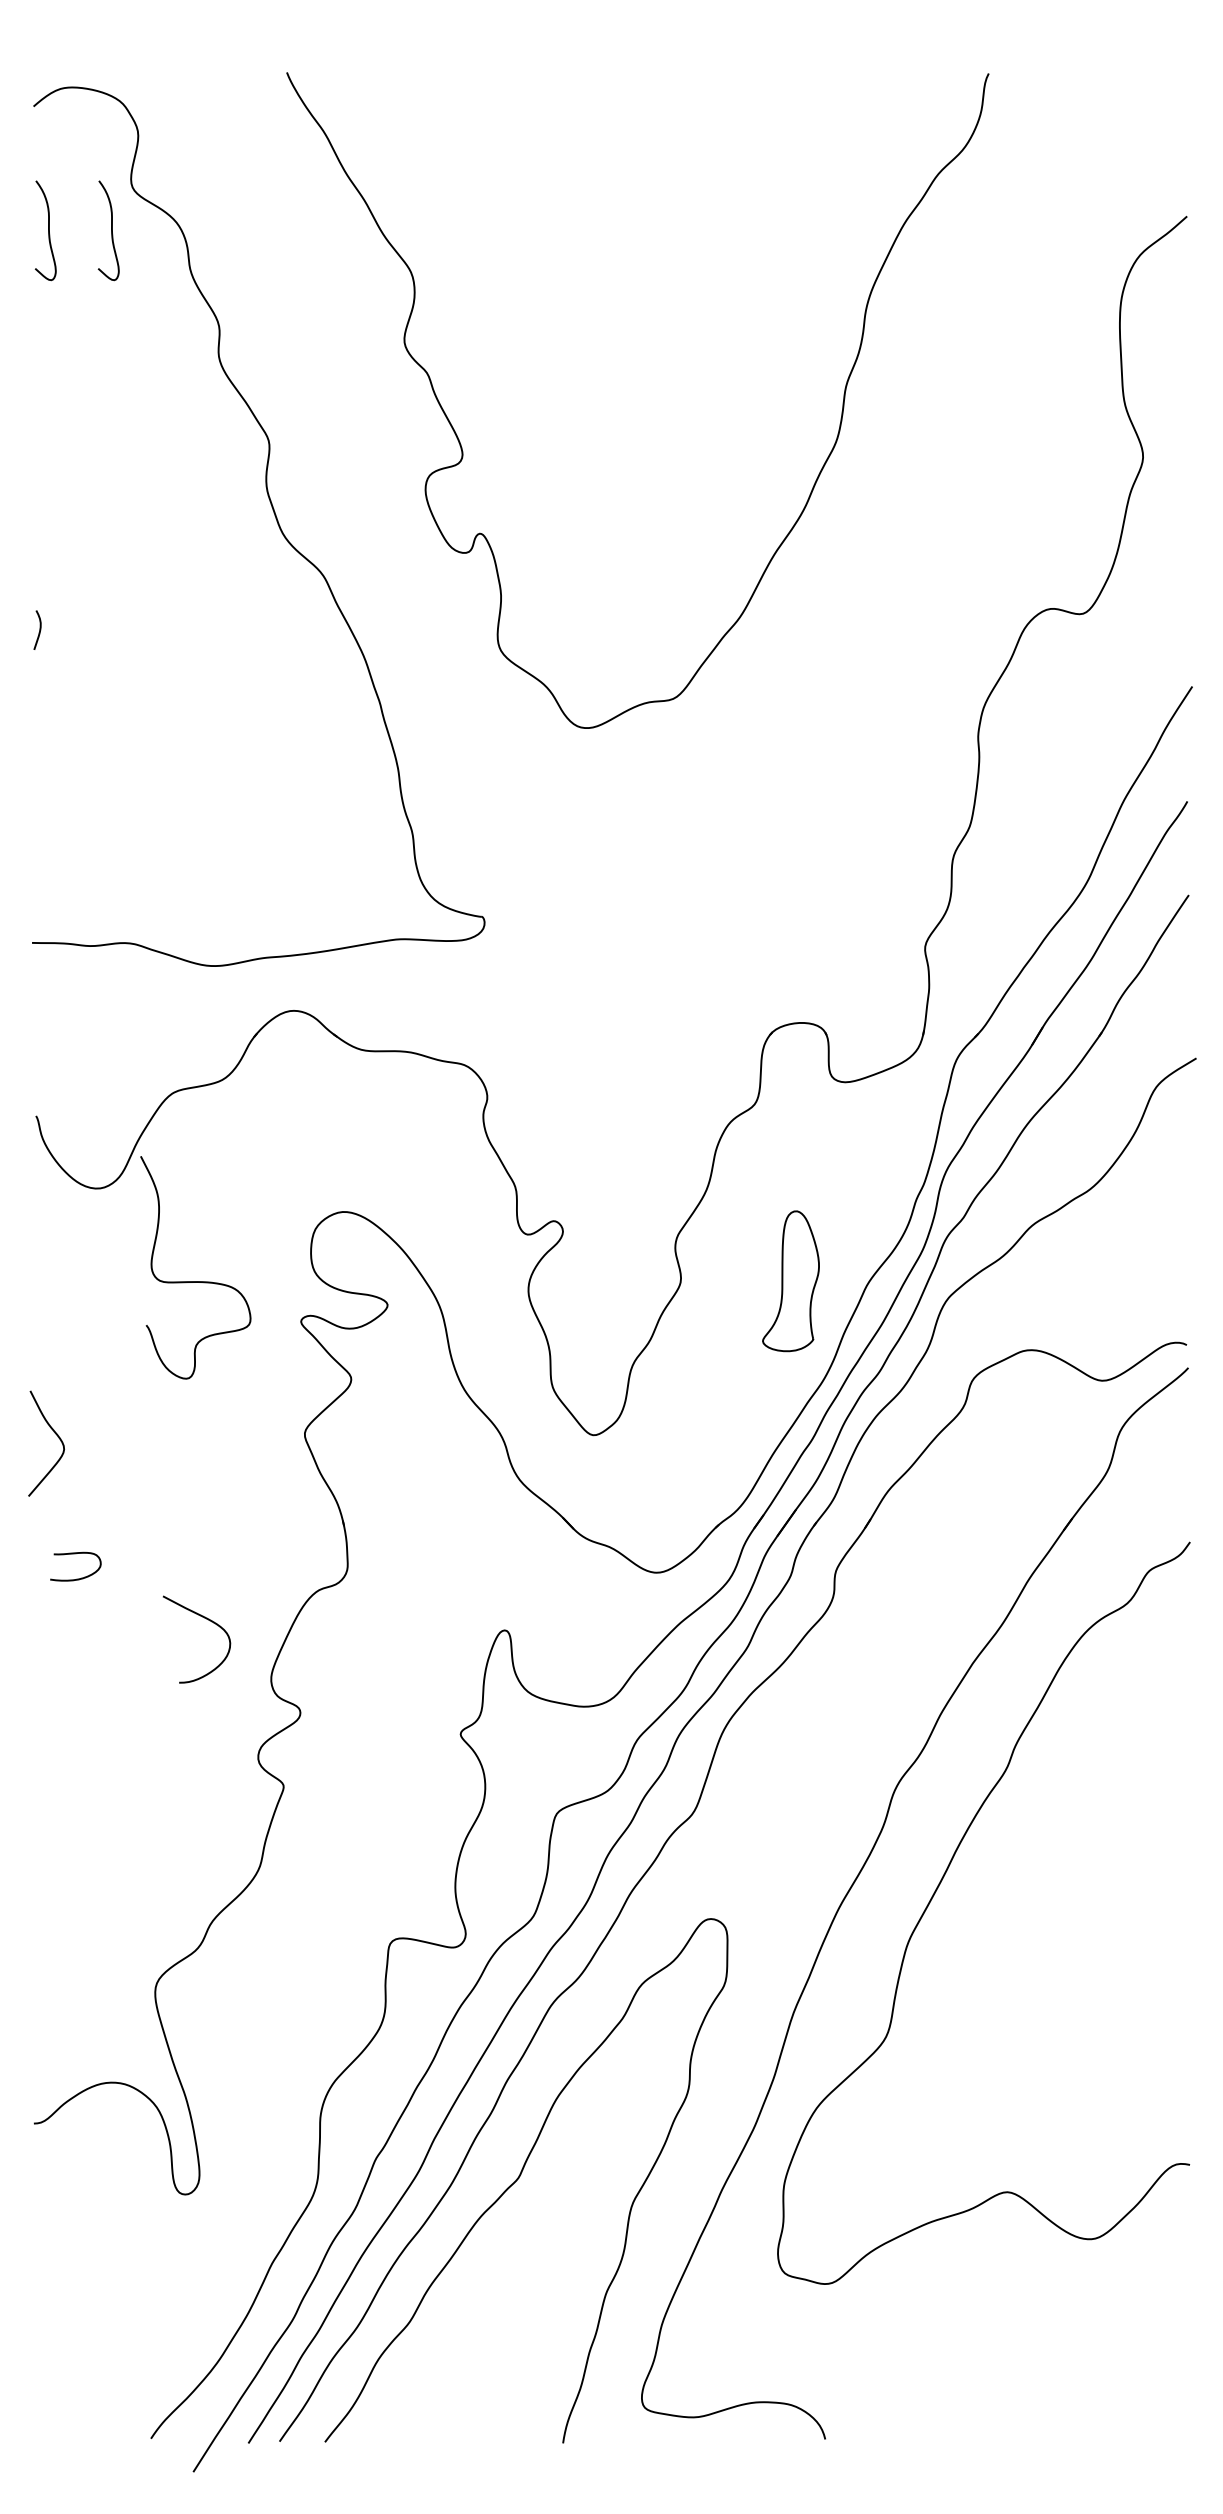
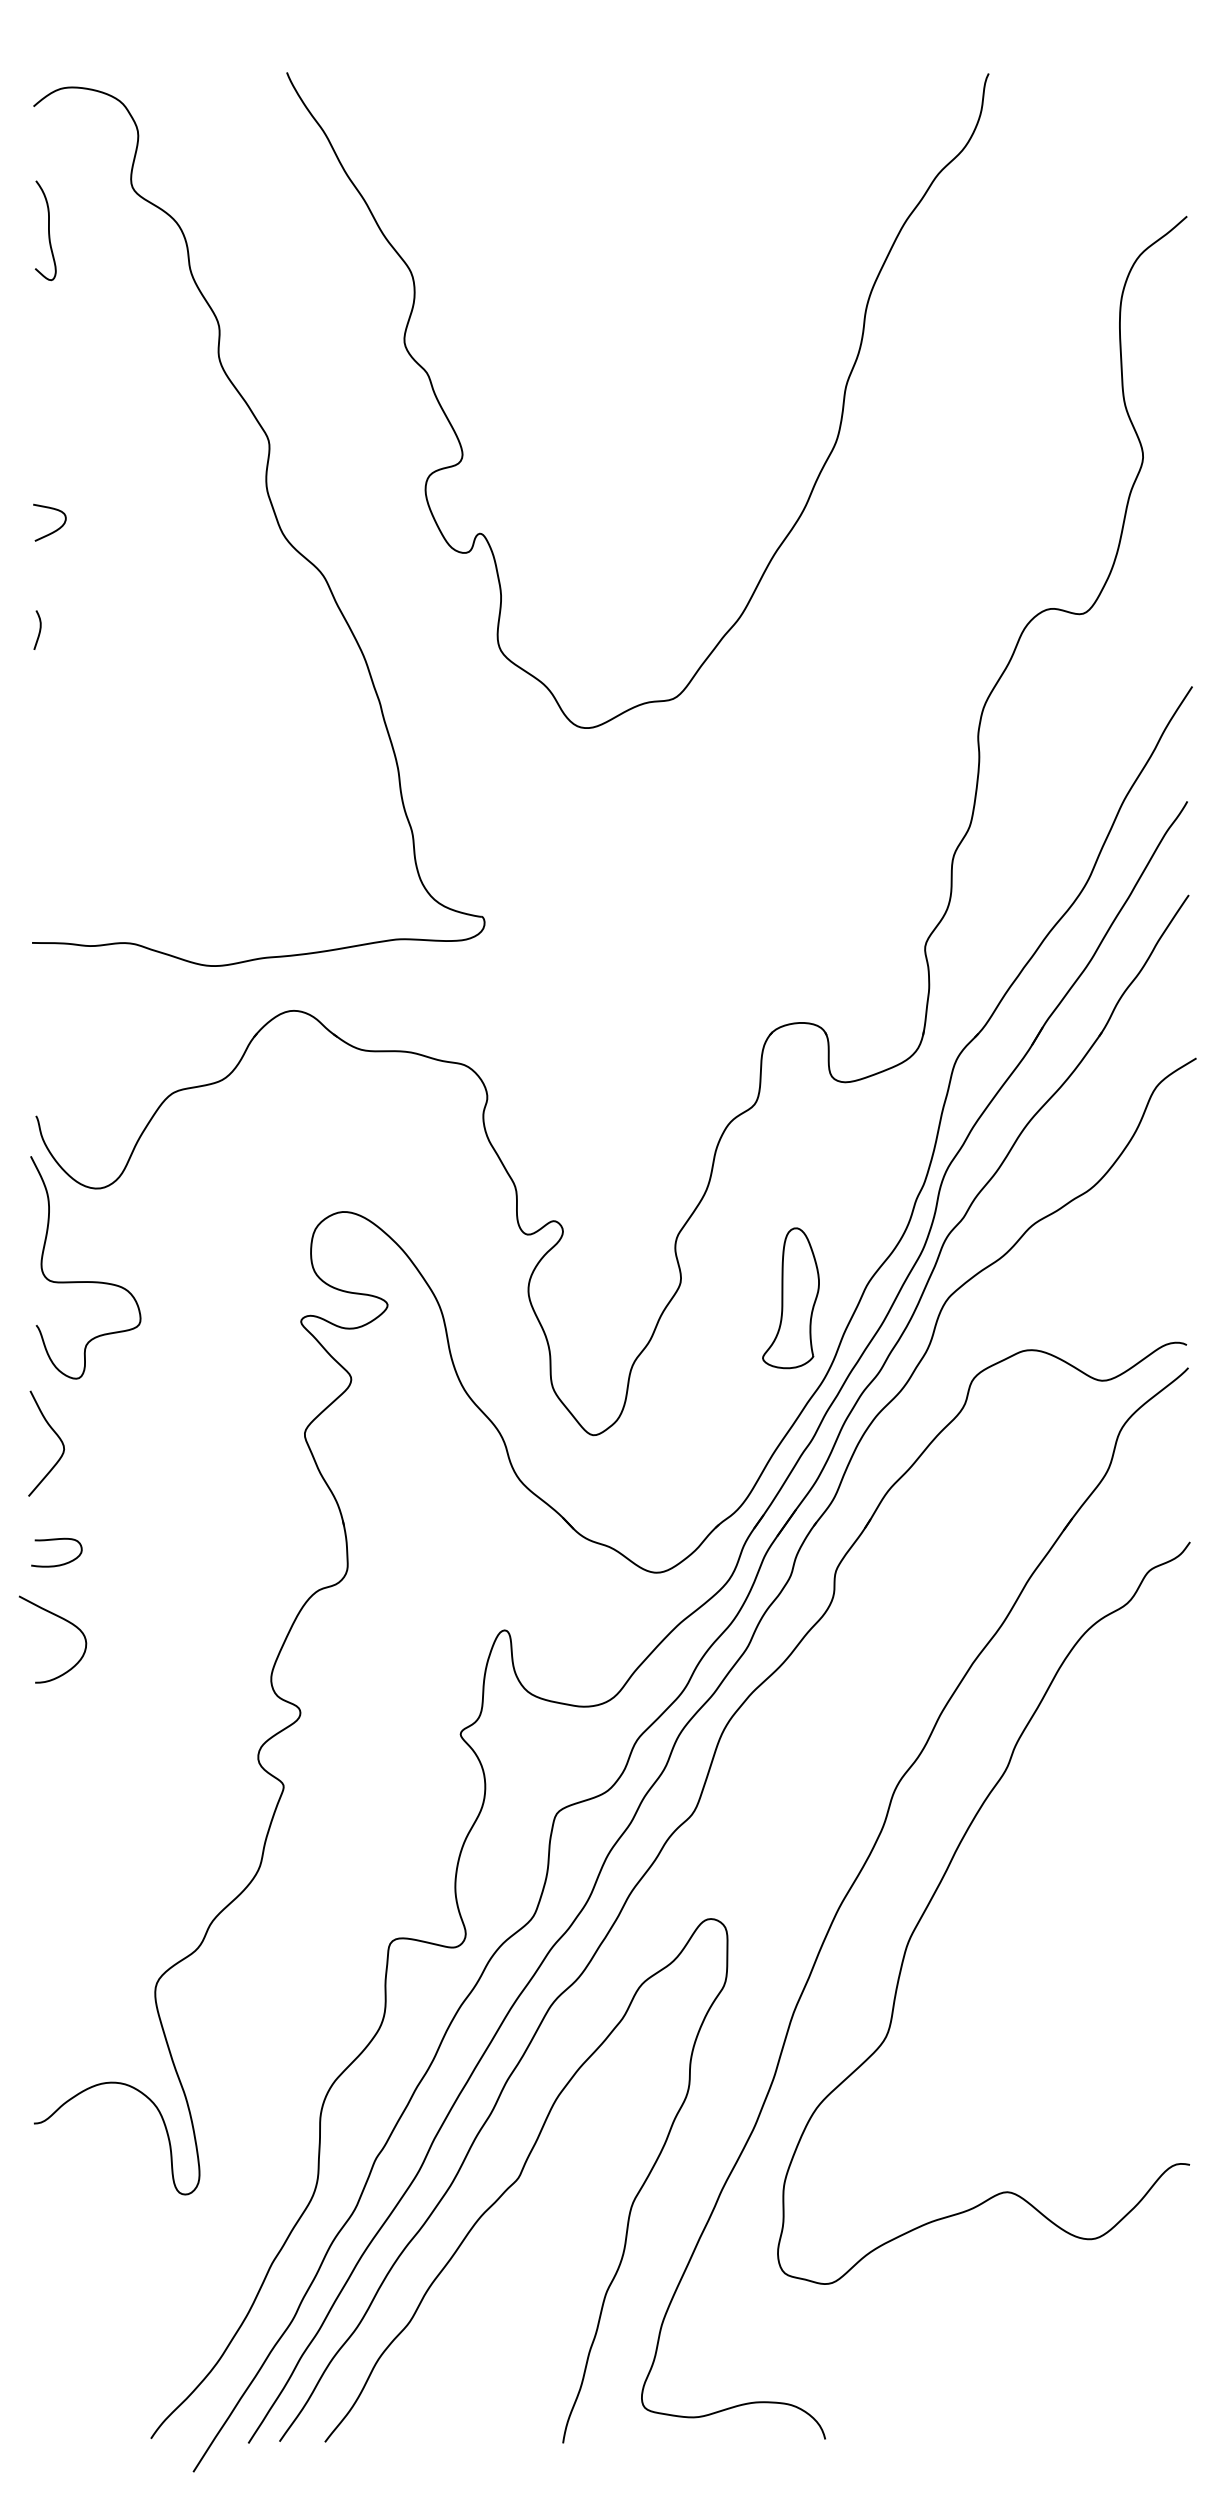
curve at (111, 230): present -> none
curve at (54, 530): none -> present
curve at (195, 1281) position: (195, 1281) -> (85, 1281)
part at (790, 1281) position: (790, 1281) -> (790, 1298)
curve at (75, 1554) position: (75, 1554) -> (56, 1540)
curve at (206, 1619) position: (206, 1619) -> (62, 1619)
